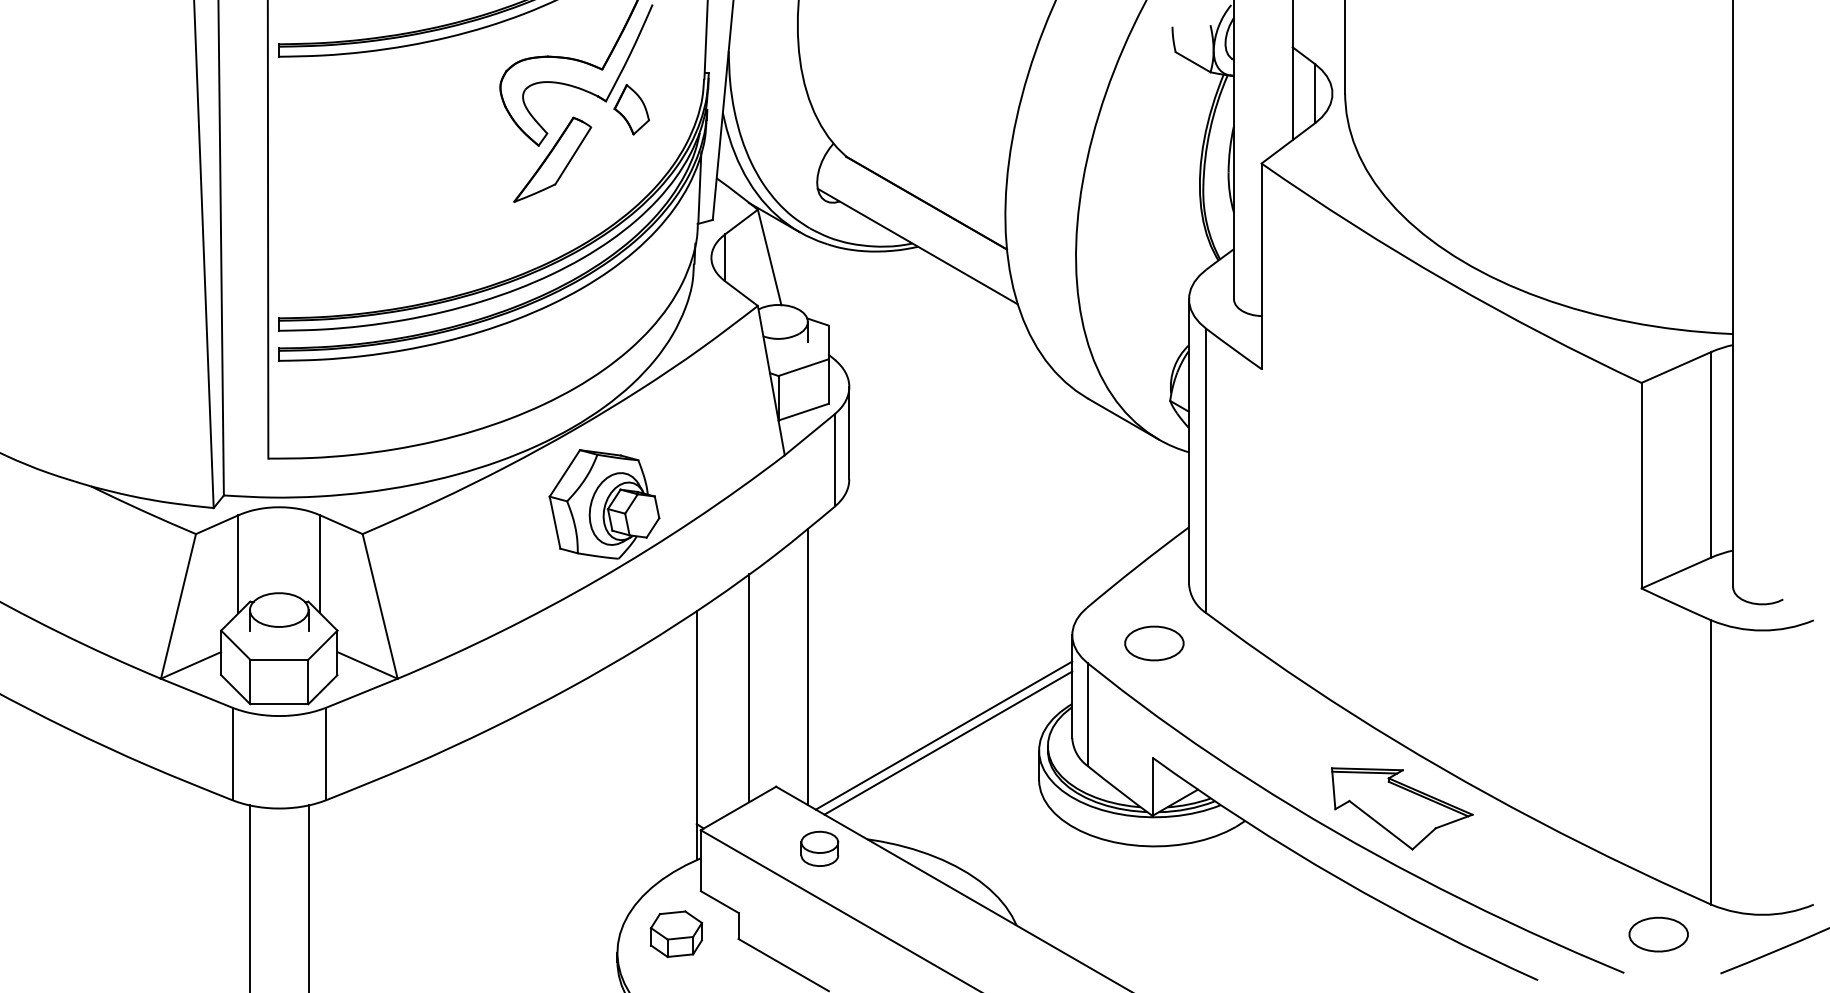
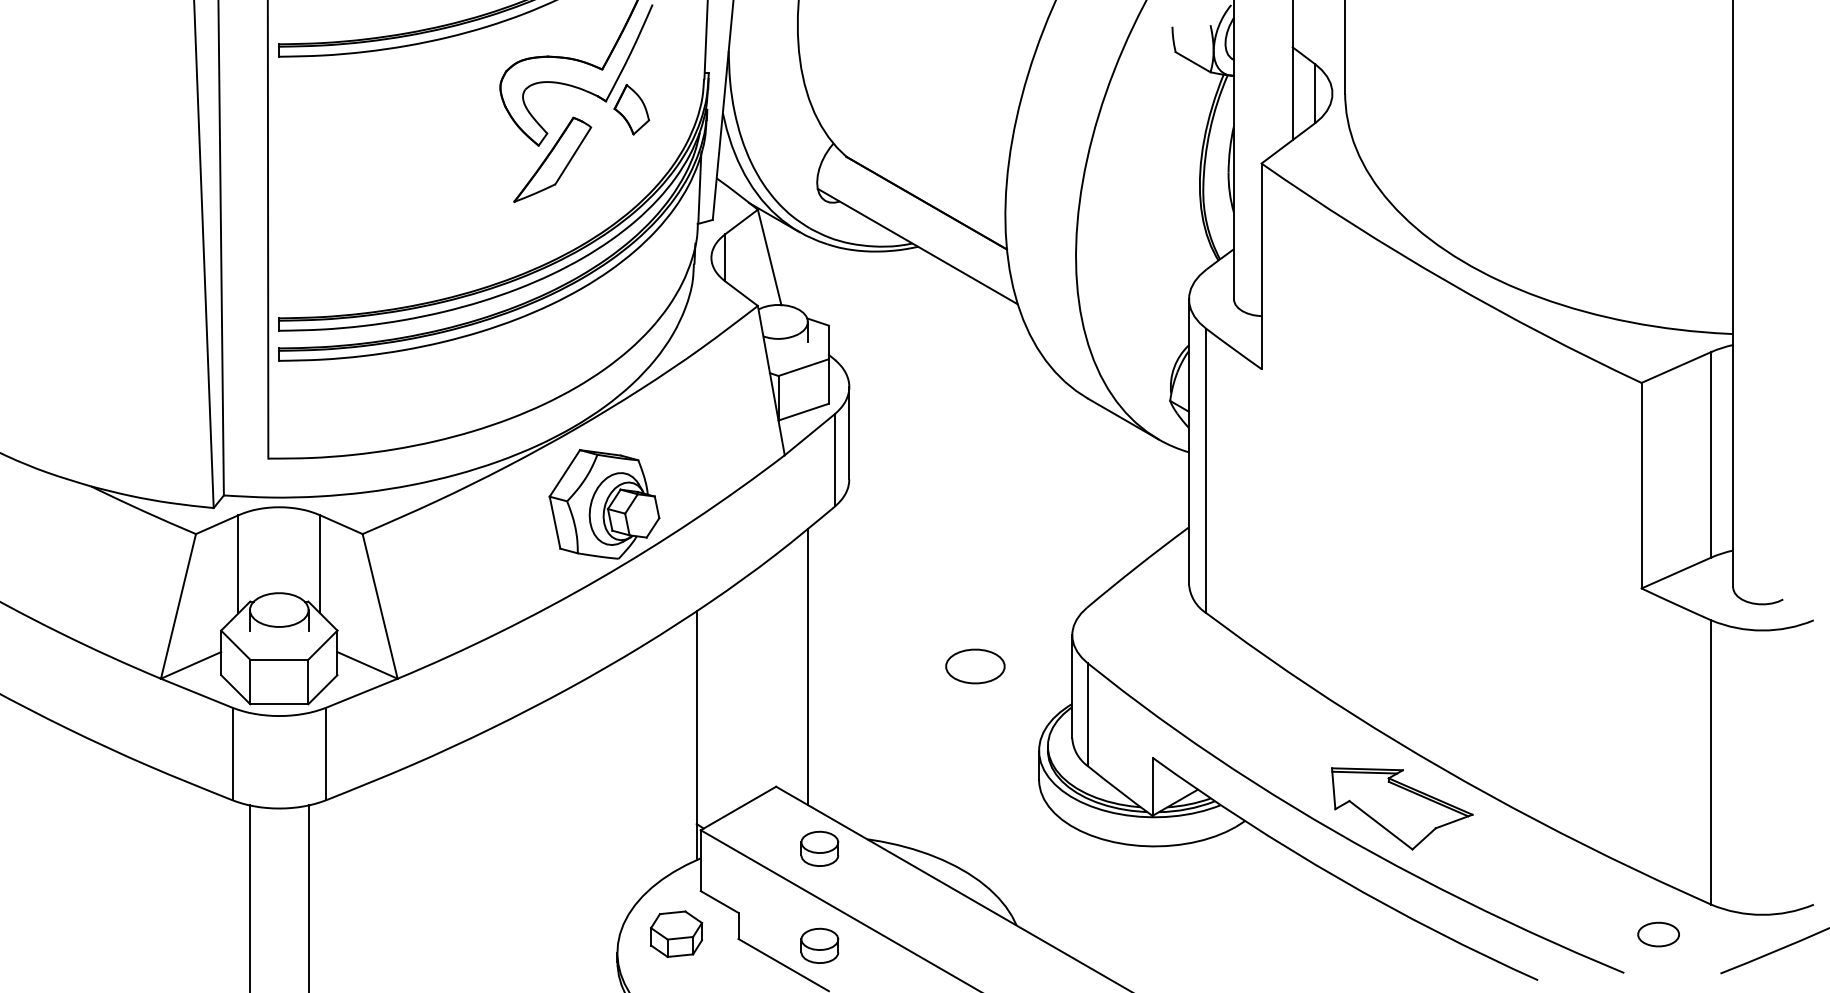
part at (1154, 643) position: (1154, 643) -> (975, 666)
line at (749, 688): present -> none
line at (943, 735): present -> none
line at (948, 742): present -> none
part at (1658, 934) size: 61x37 px -> 43x27 px
part at (819, 945): none -> present
